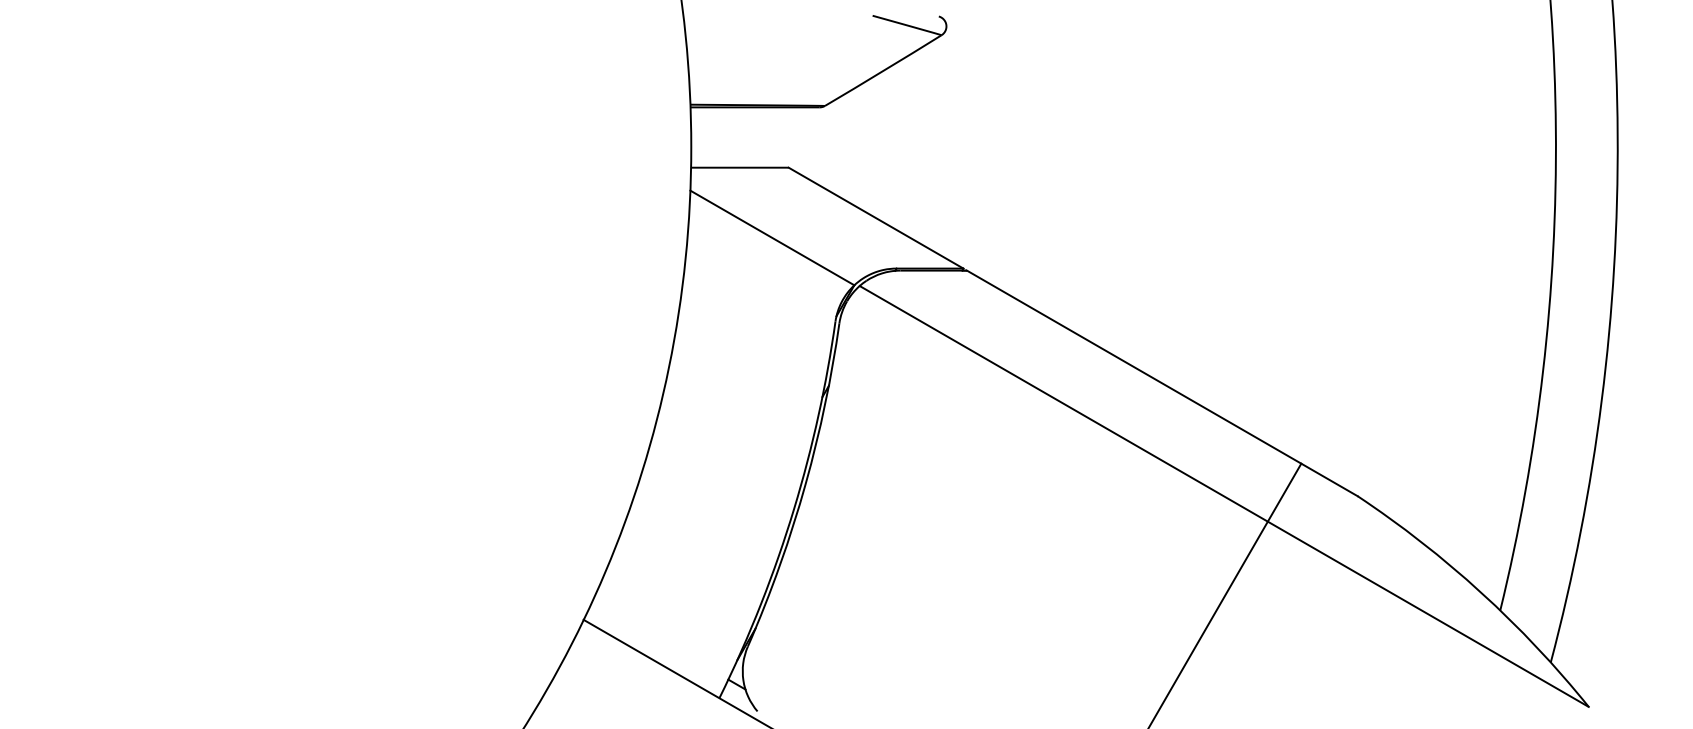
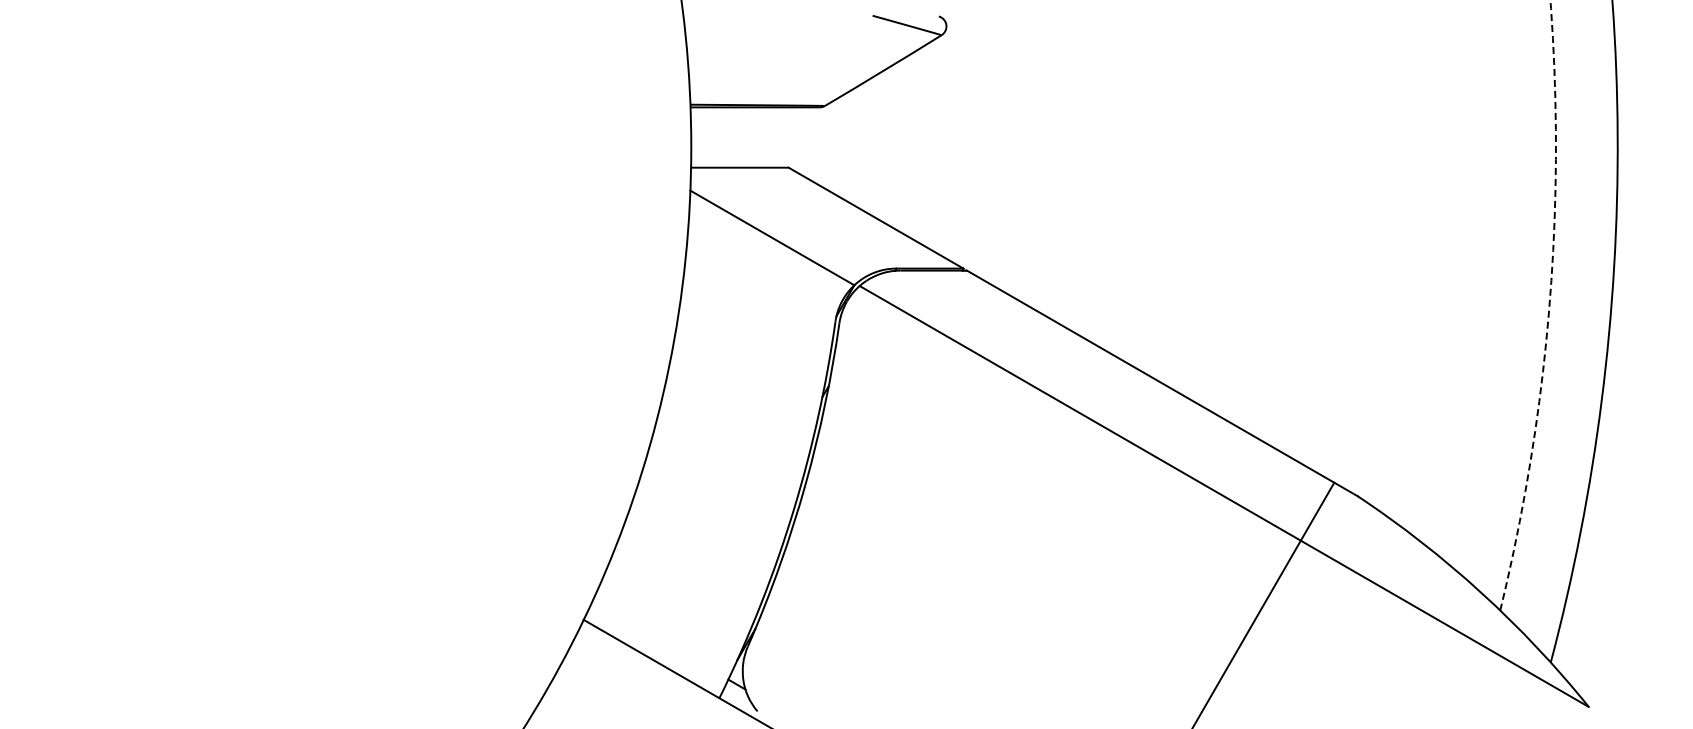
arc at (1549, 307): solid -> dashed
line at (1225, 594) position: (1225, 594) -> (1264, 603)
